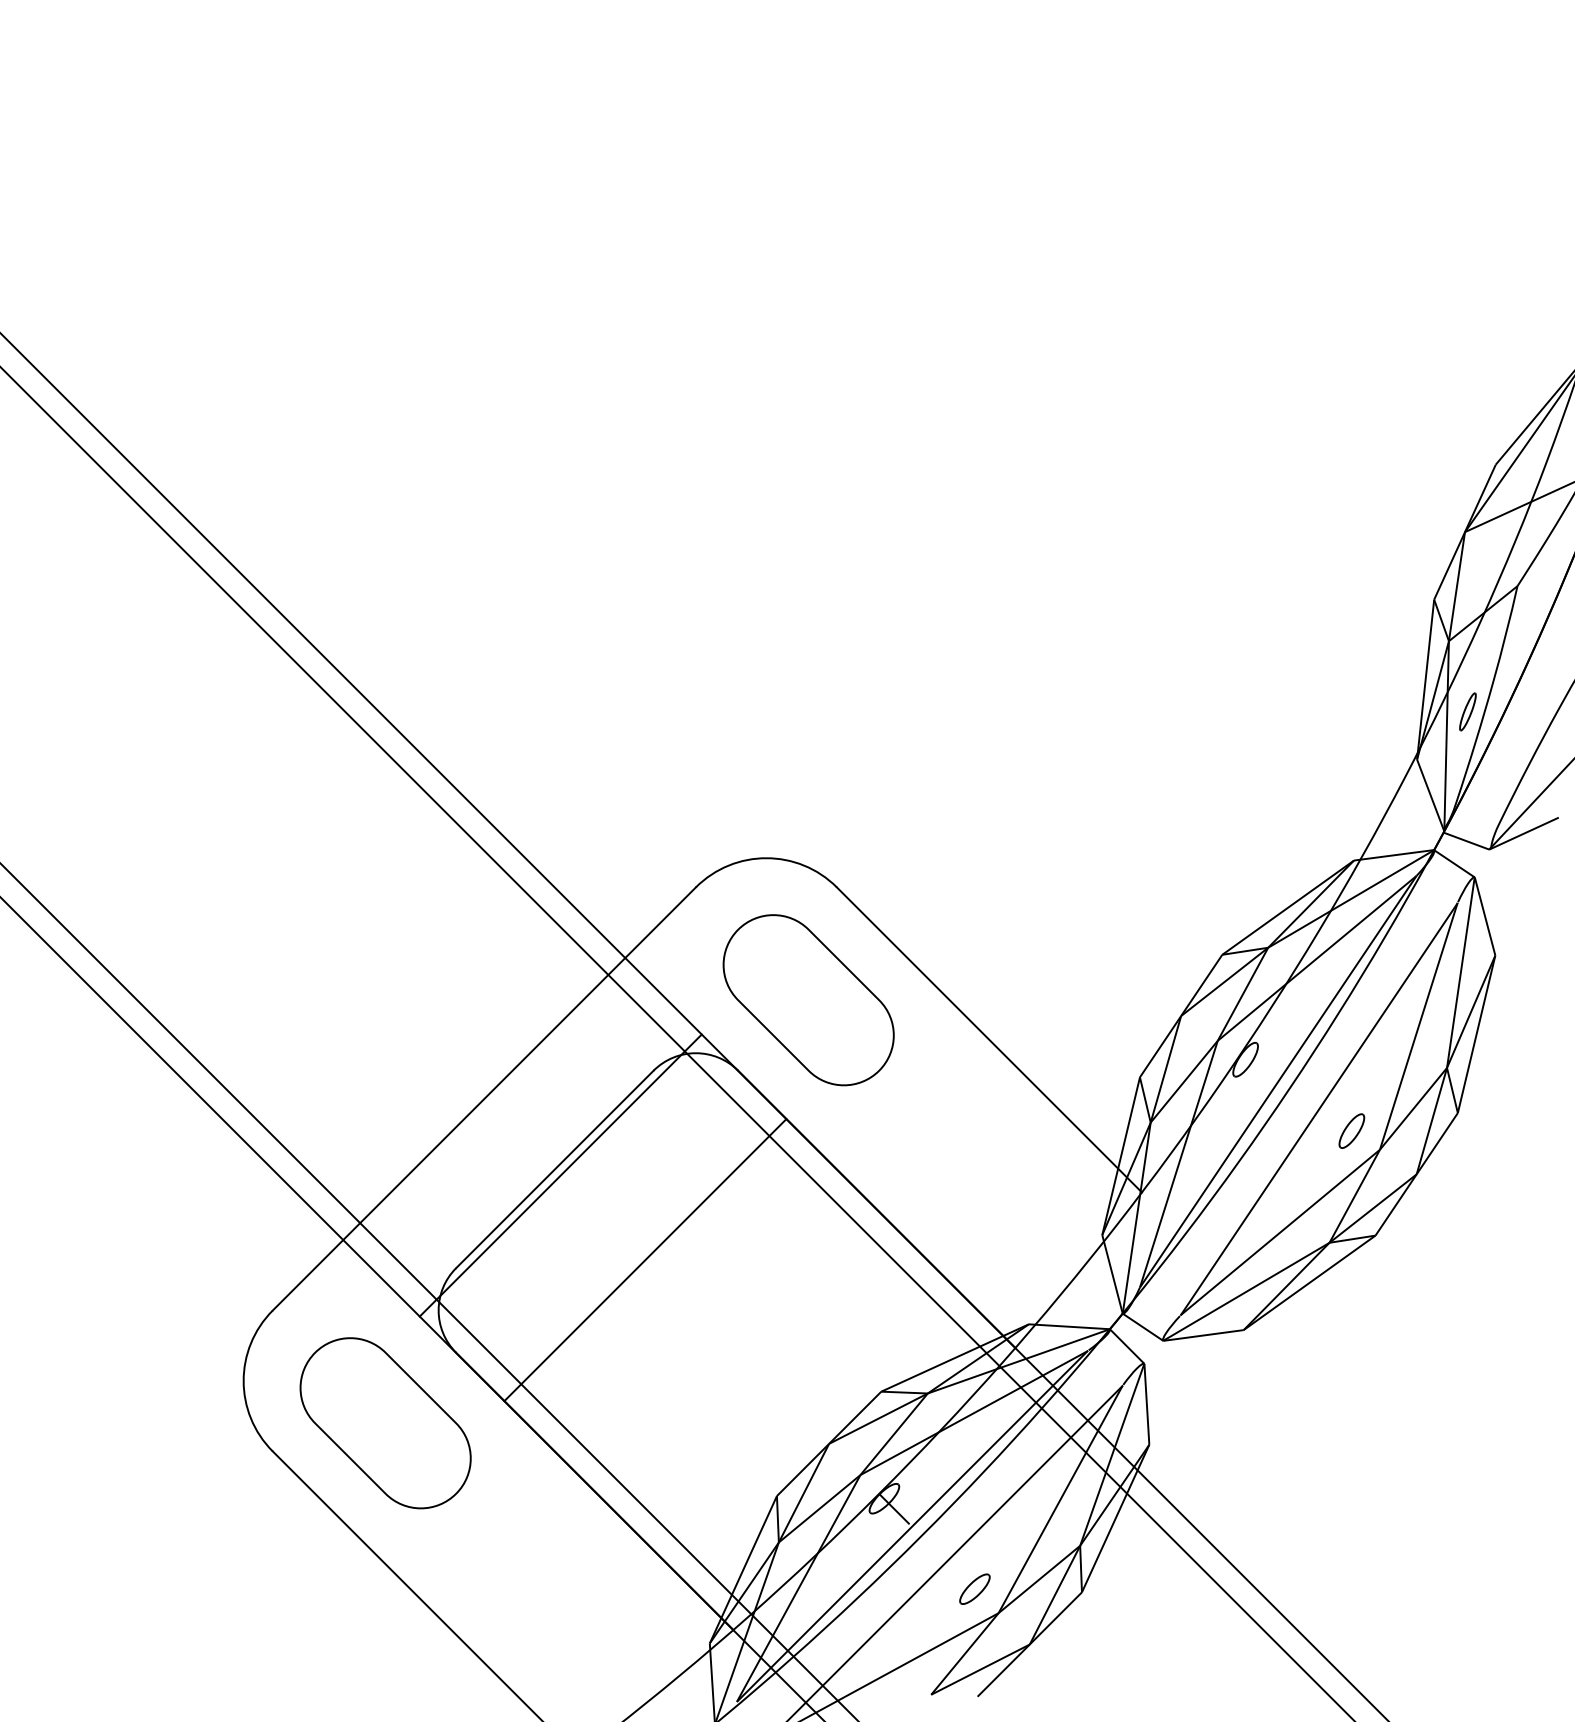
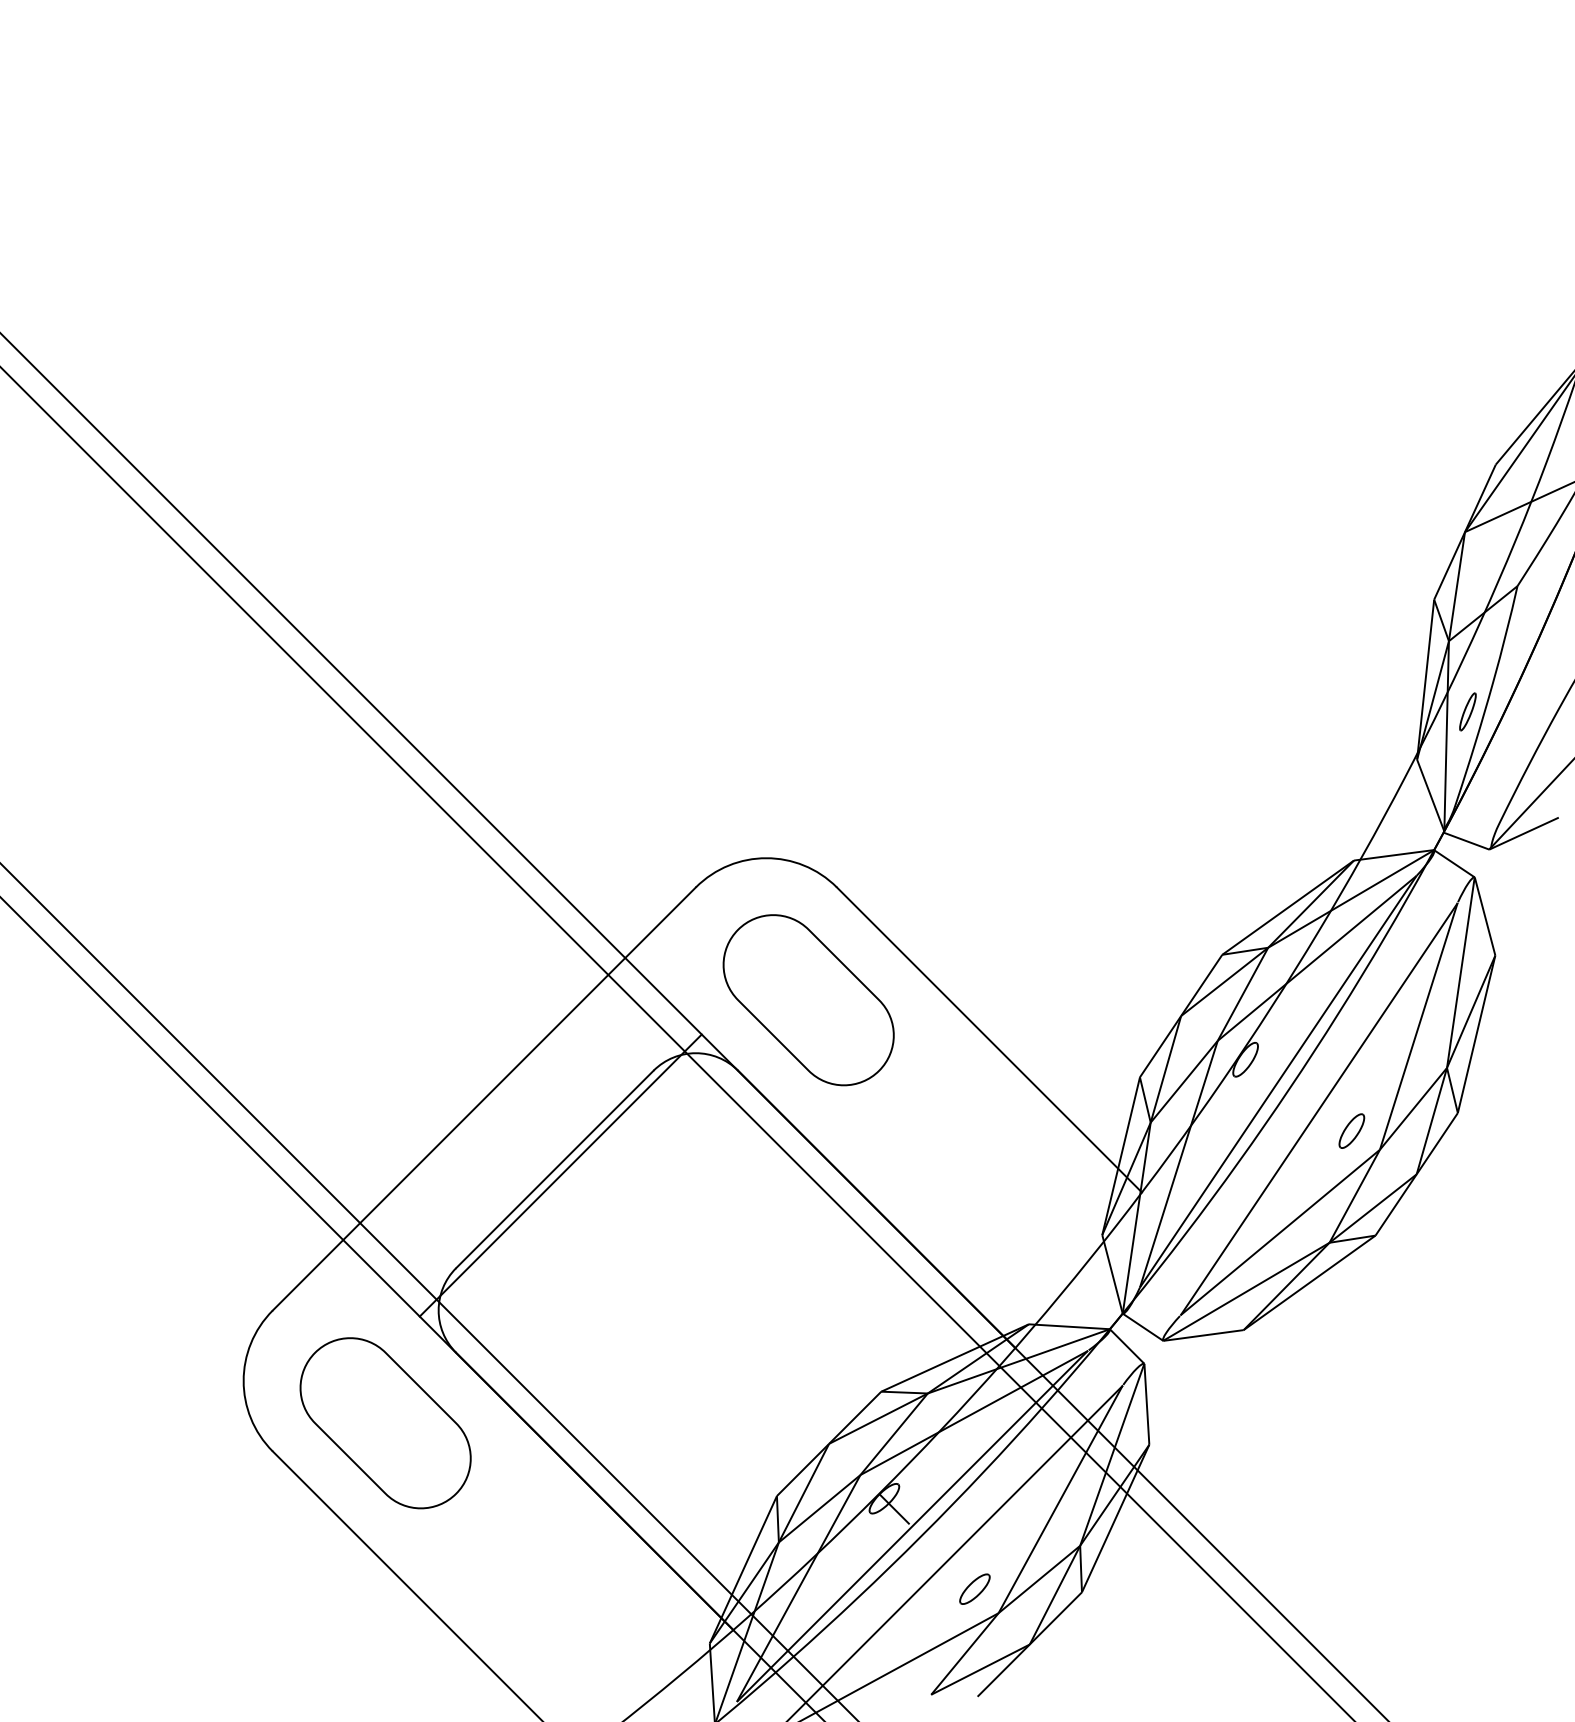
line at (645, 1260): present -> none
